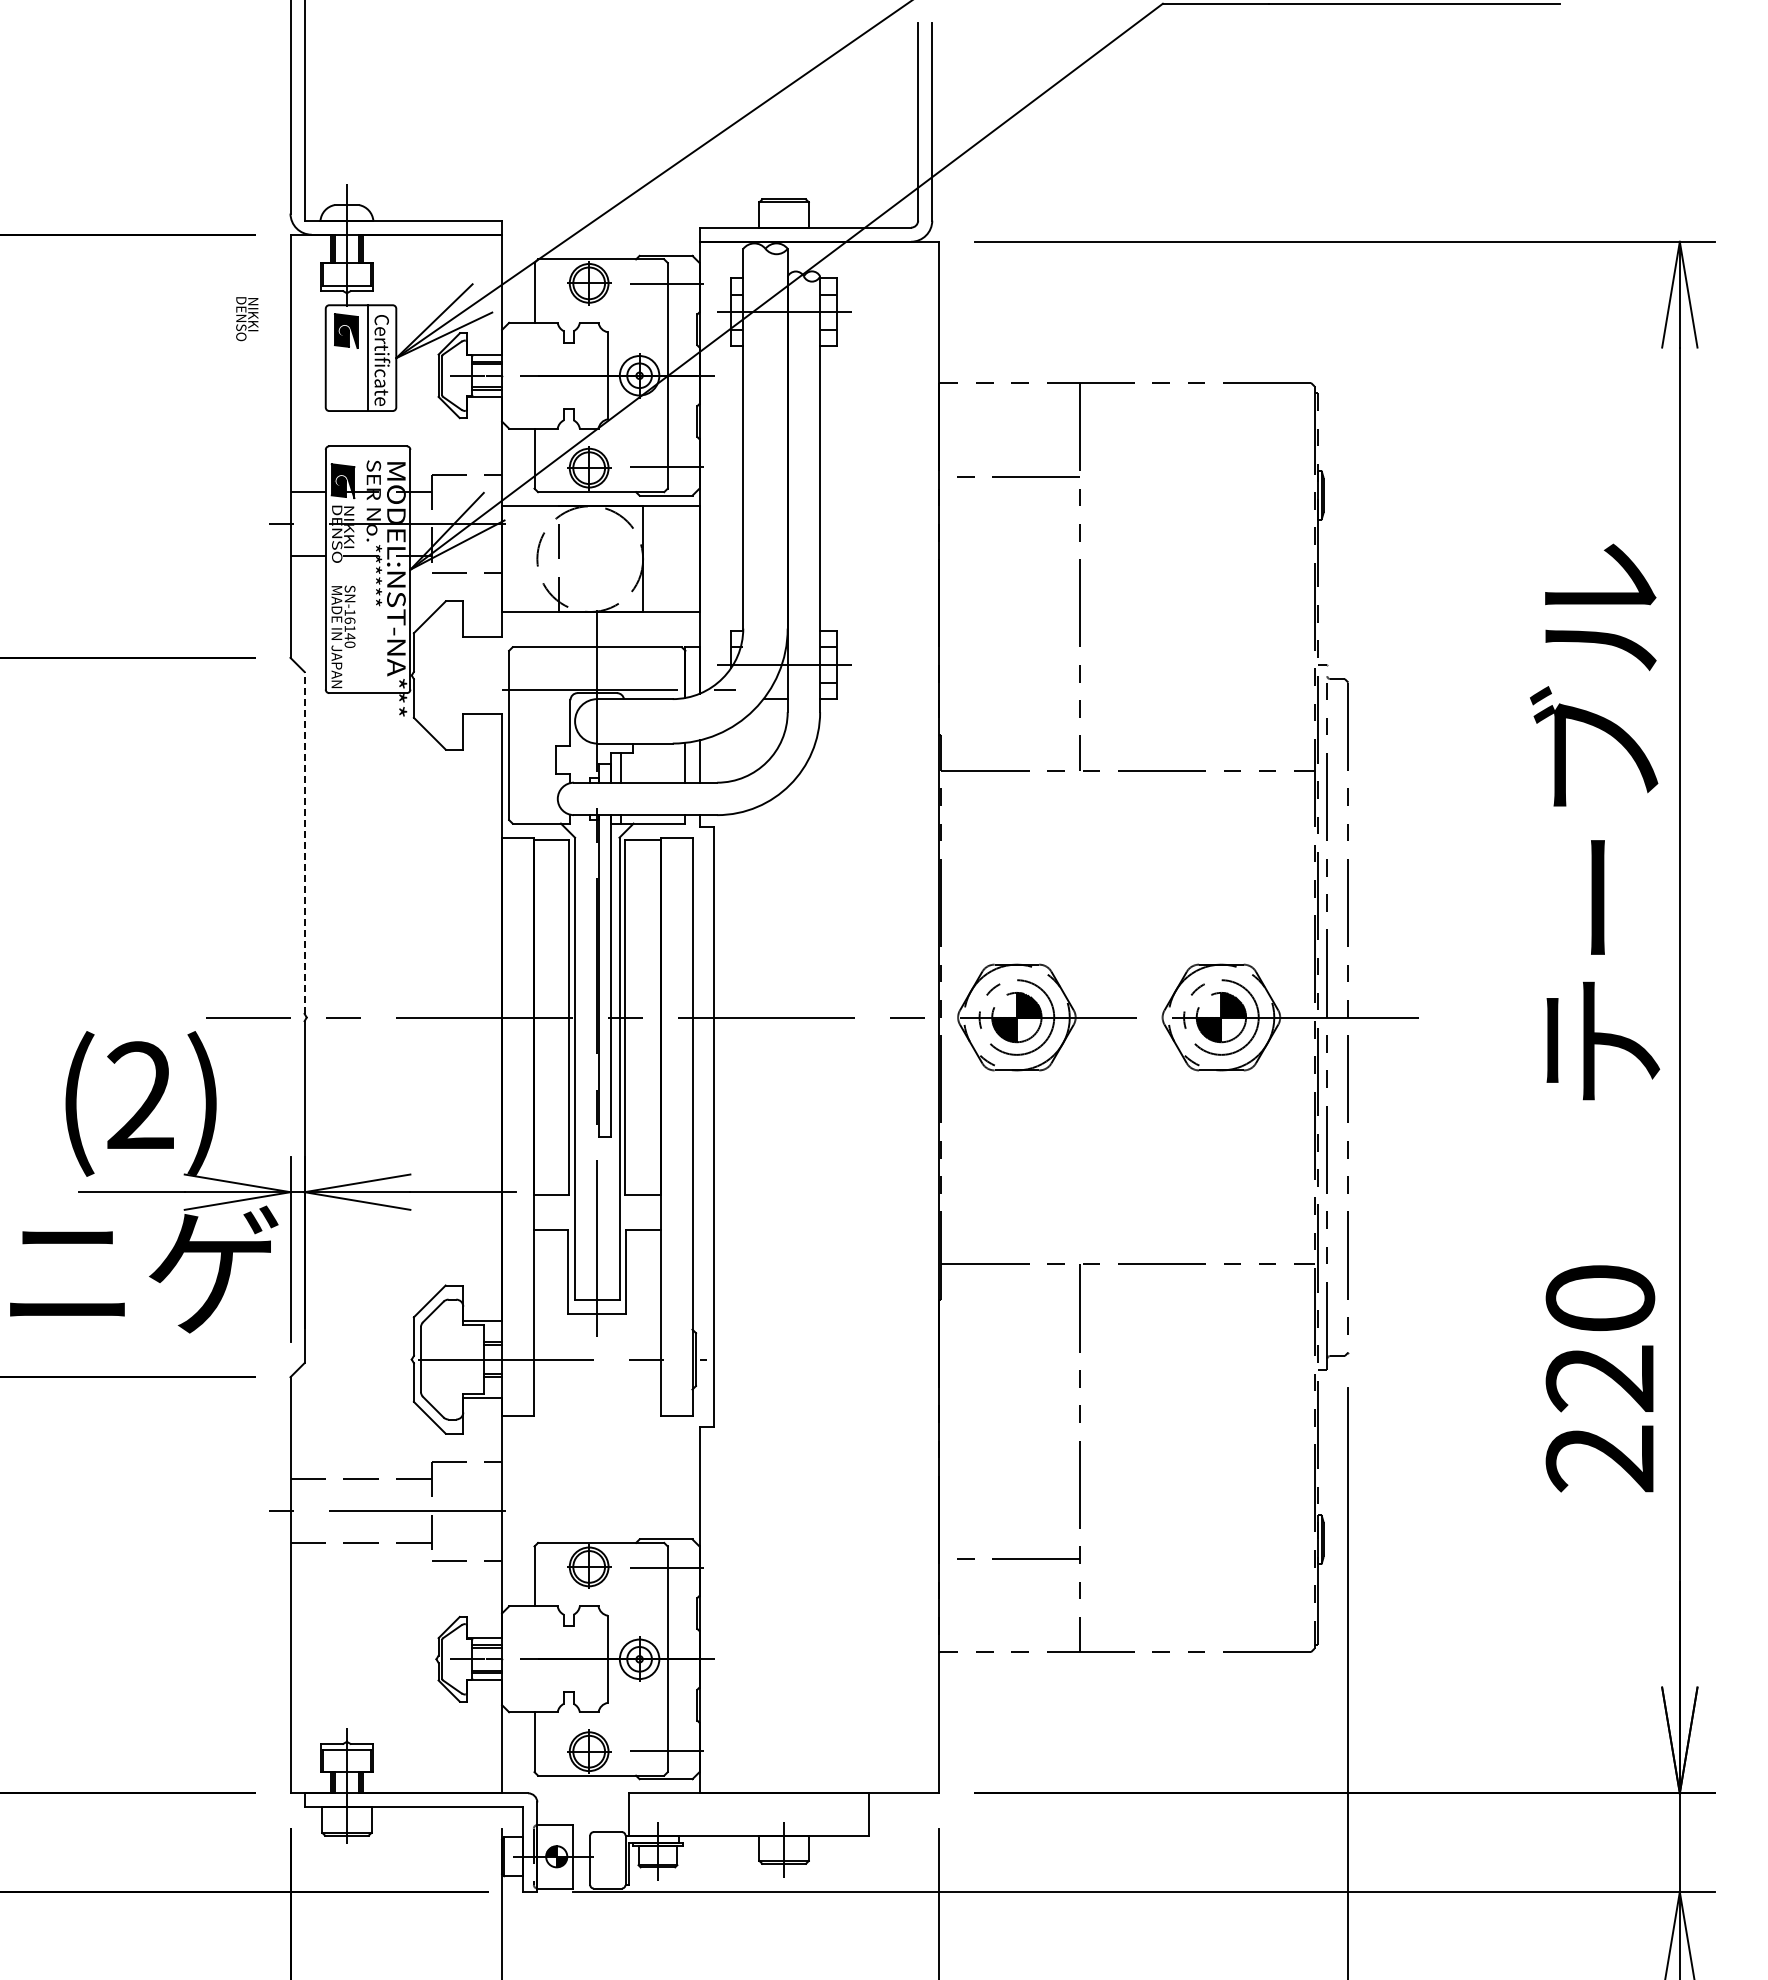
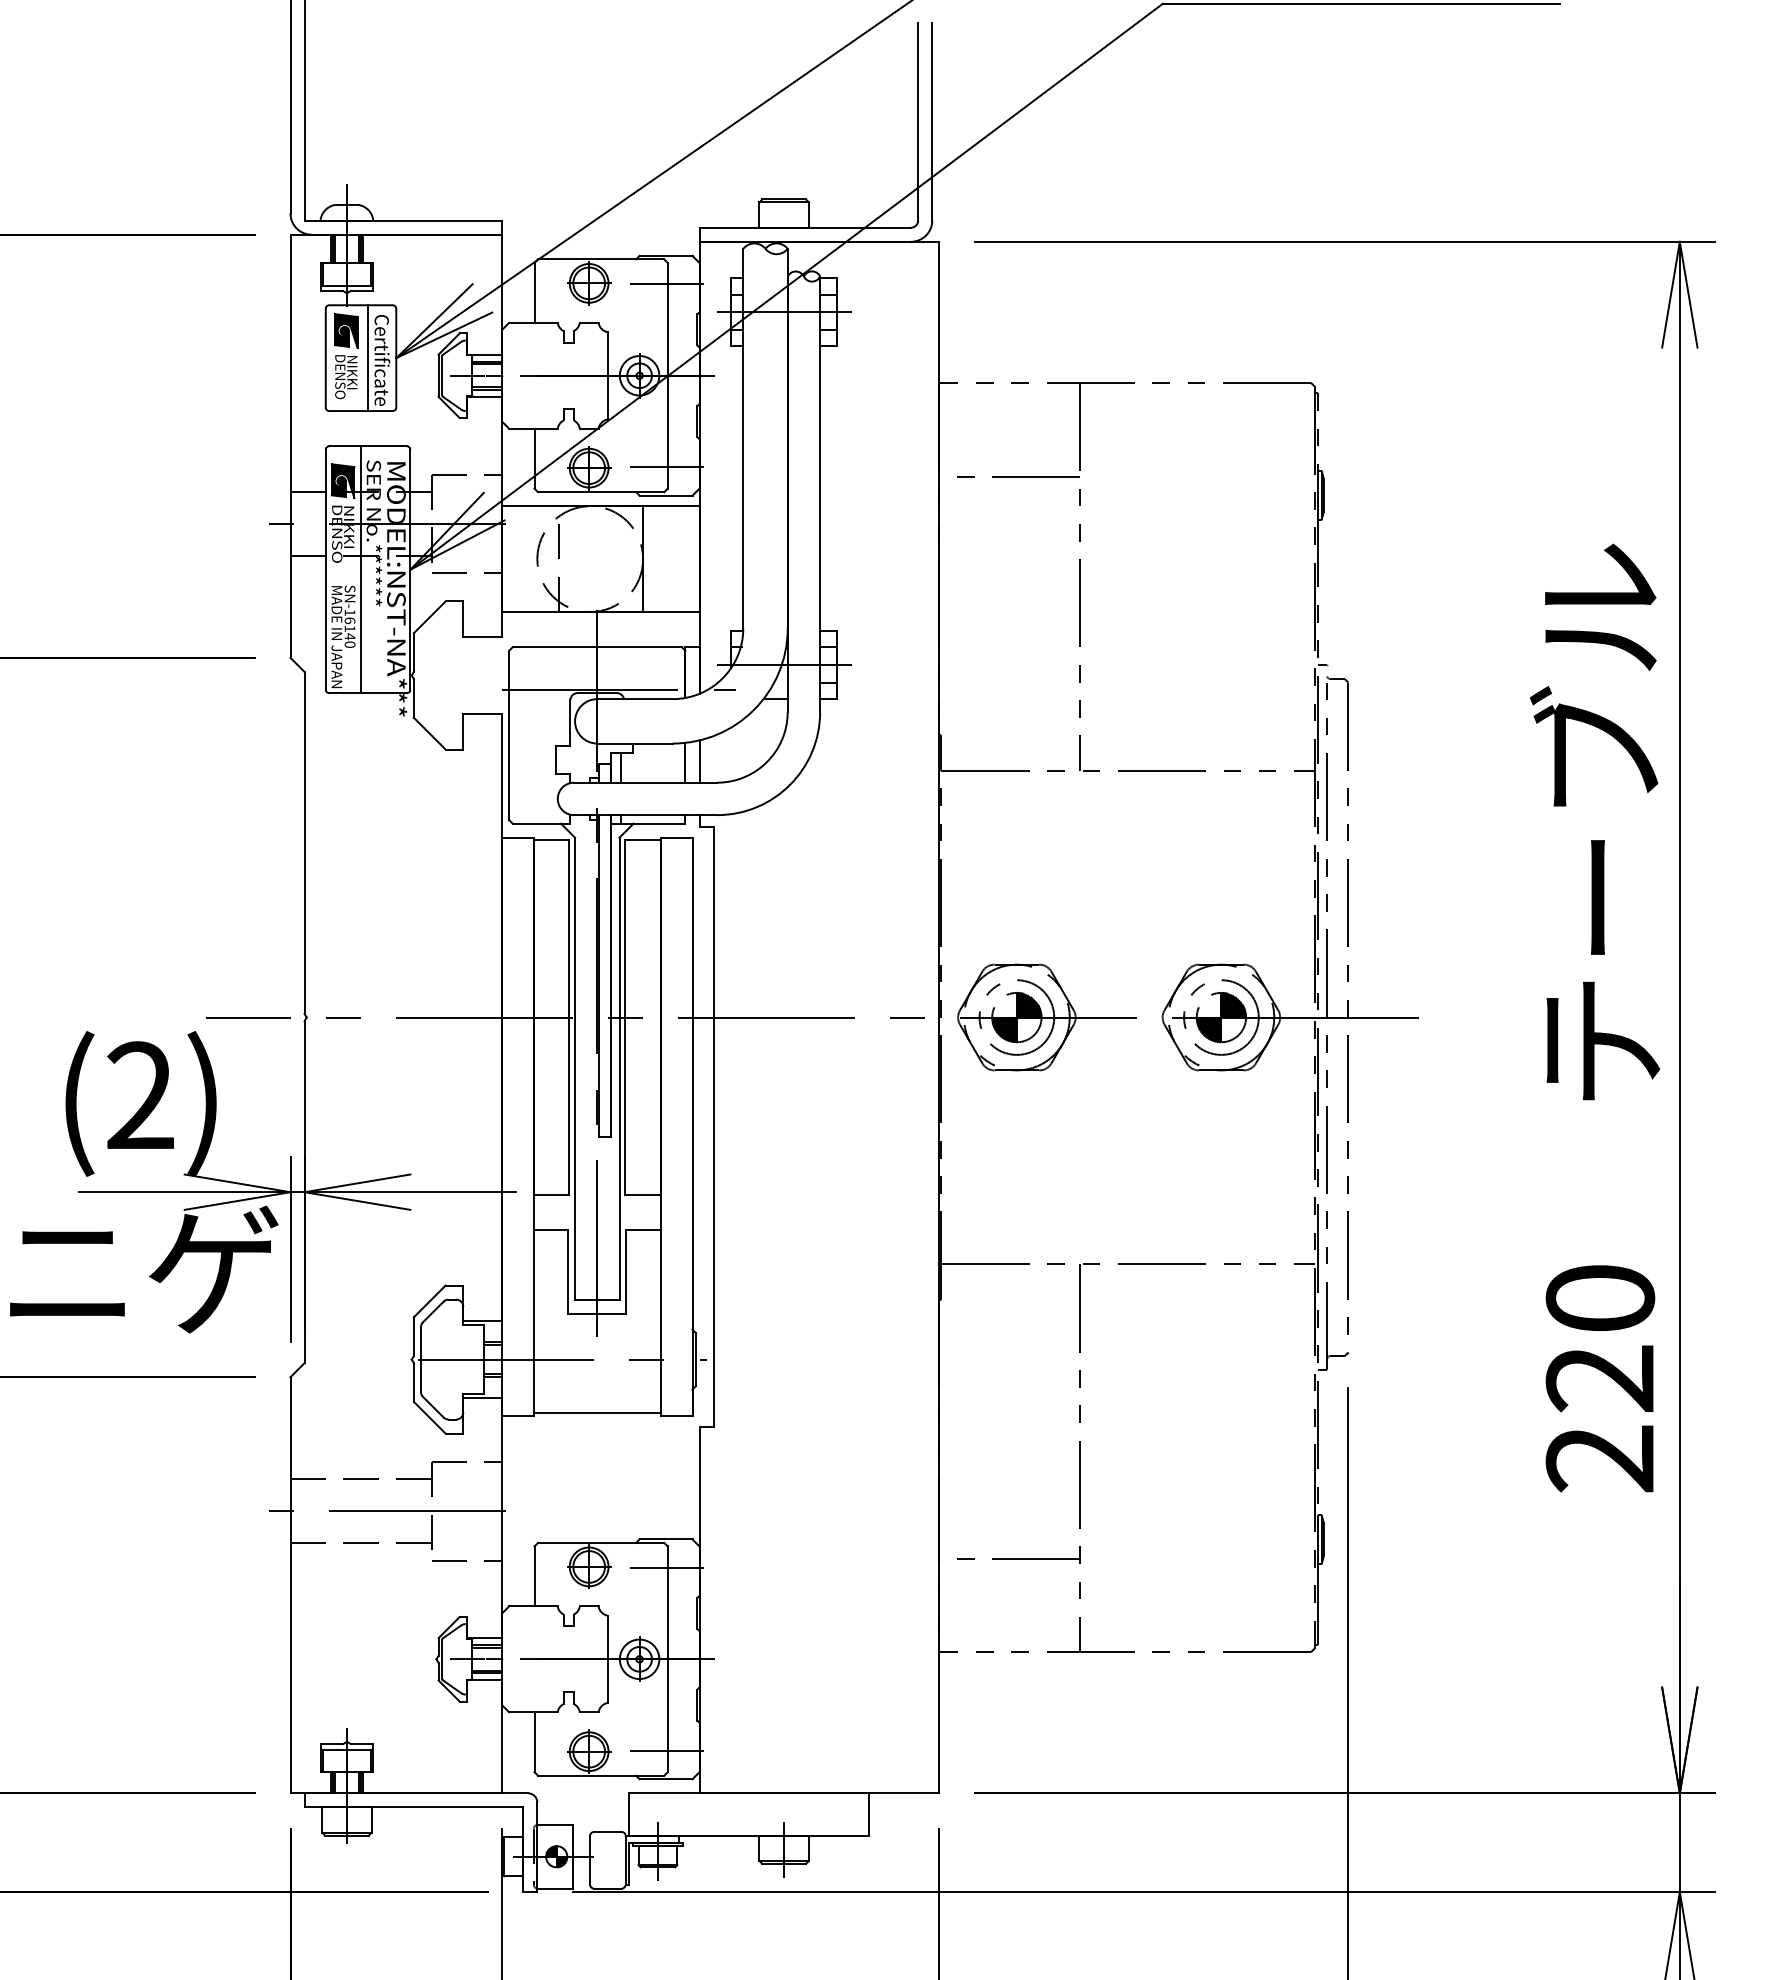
text at (247, 319) position: (247, 319) -> (346, 377)
line at (361, 569): none -> present
line at (304, 842): dashed -> solid
line at (596, 1413): none -> present
